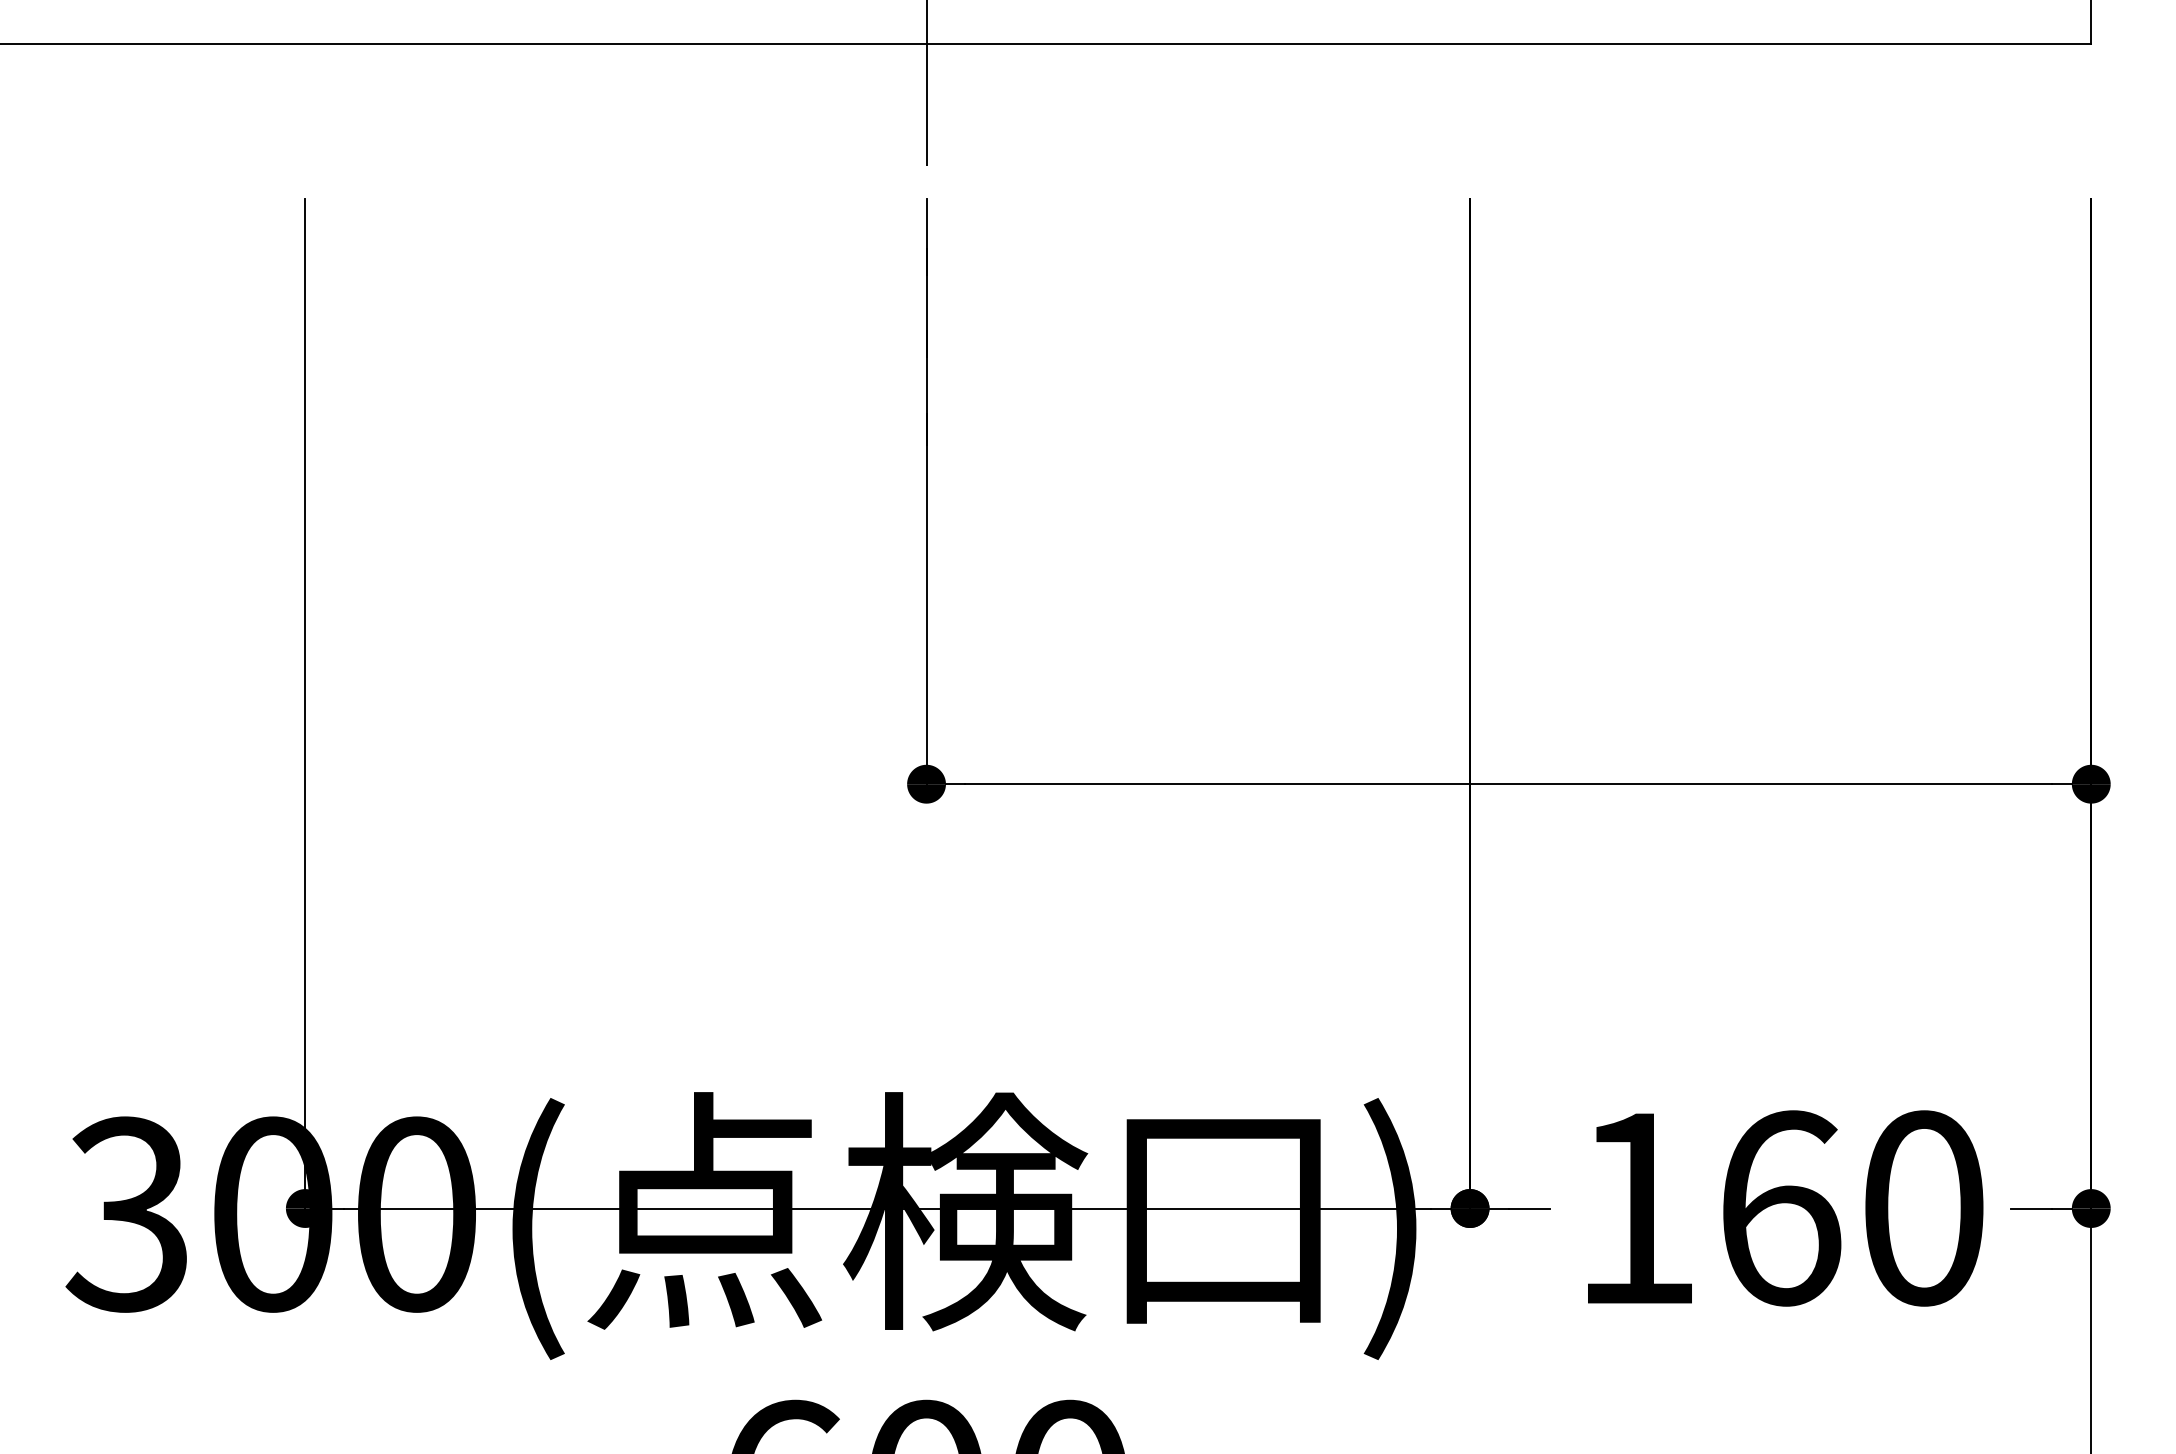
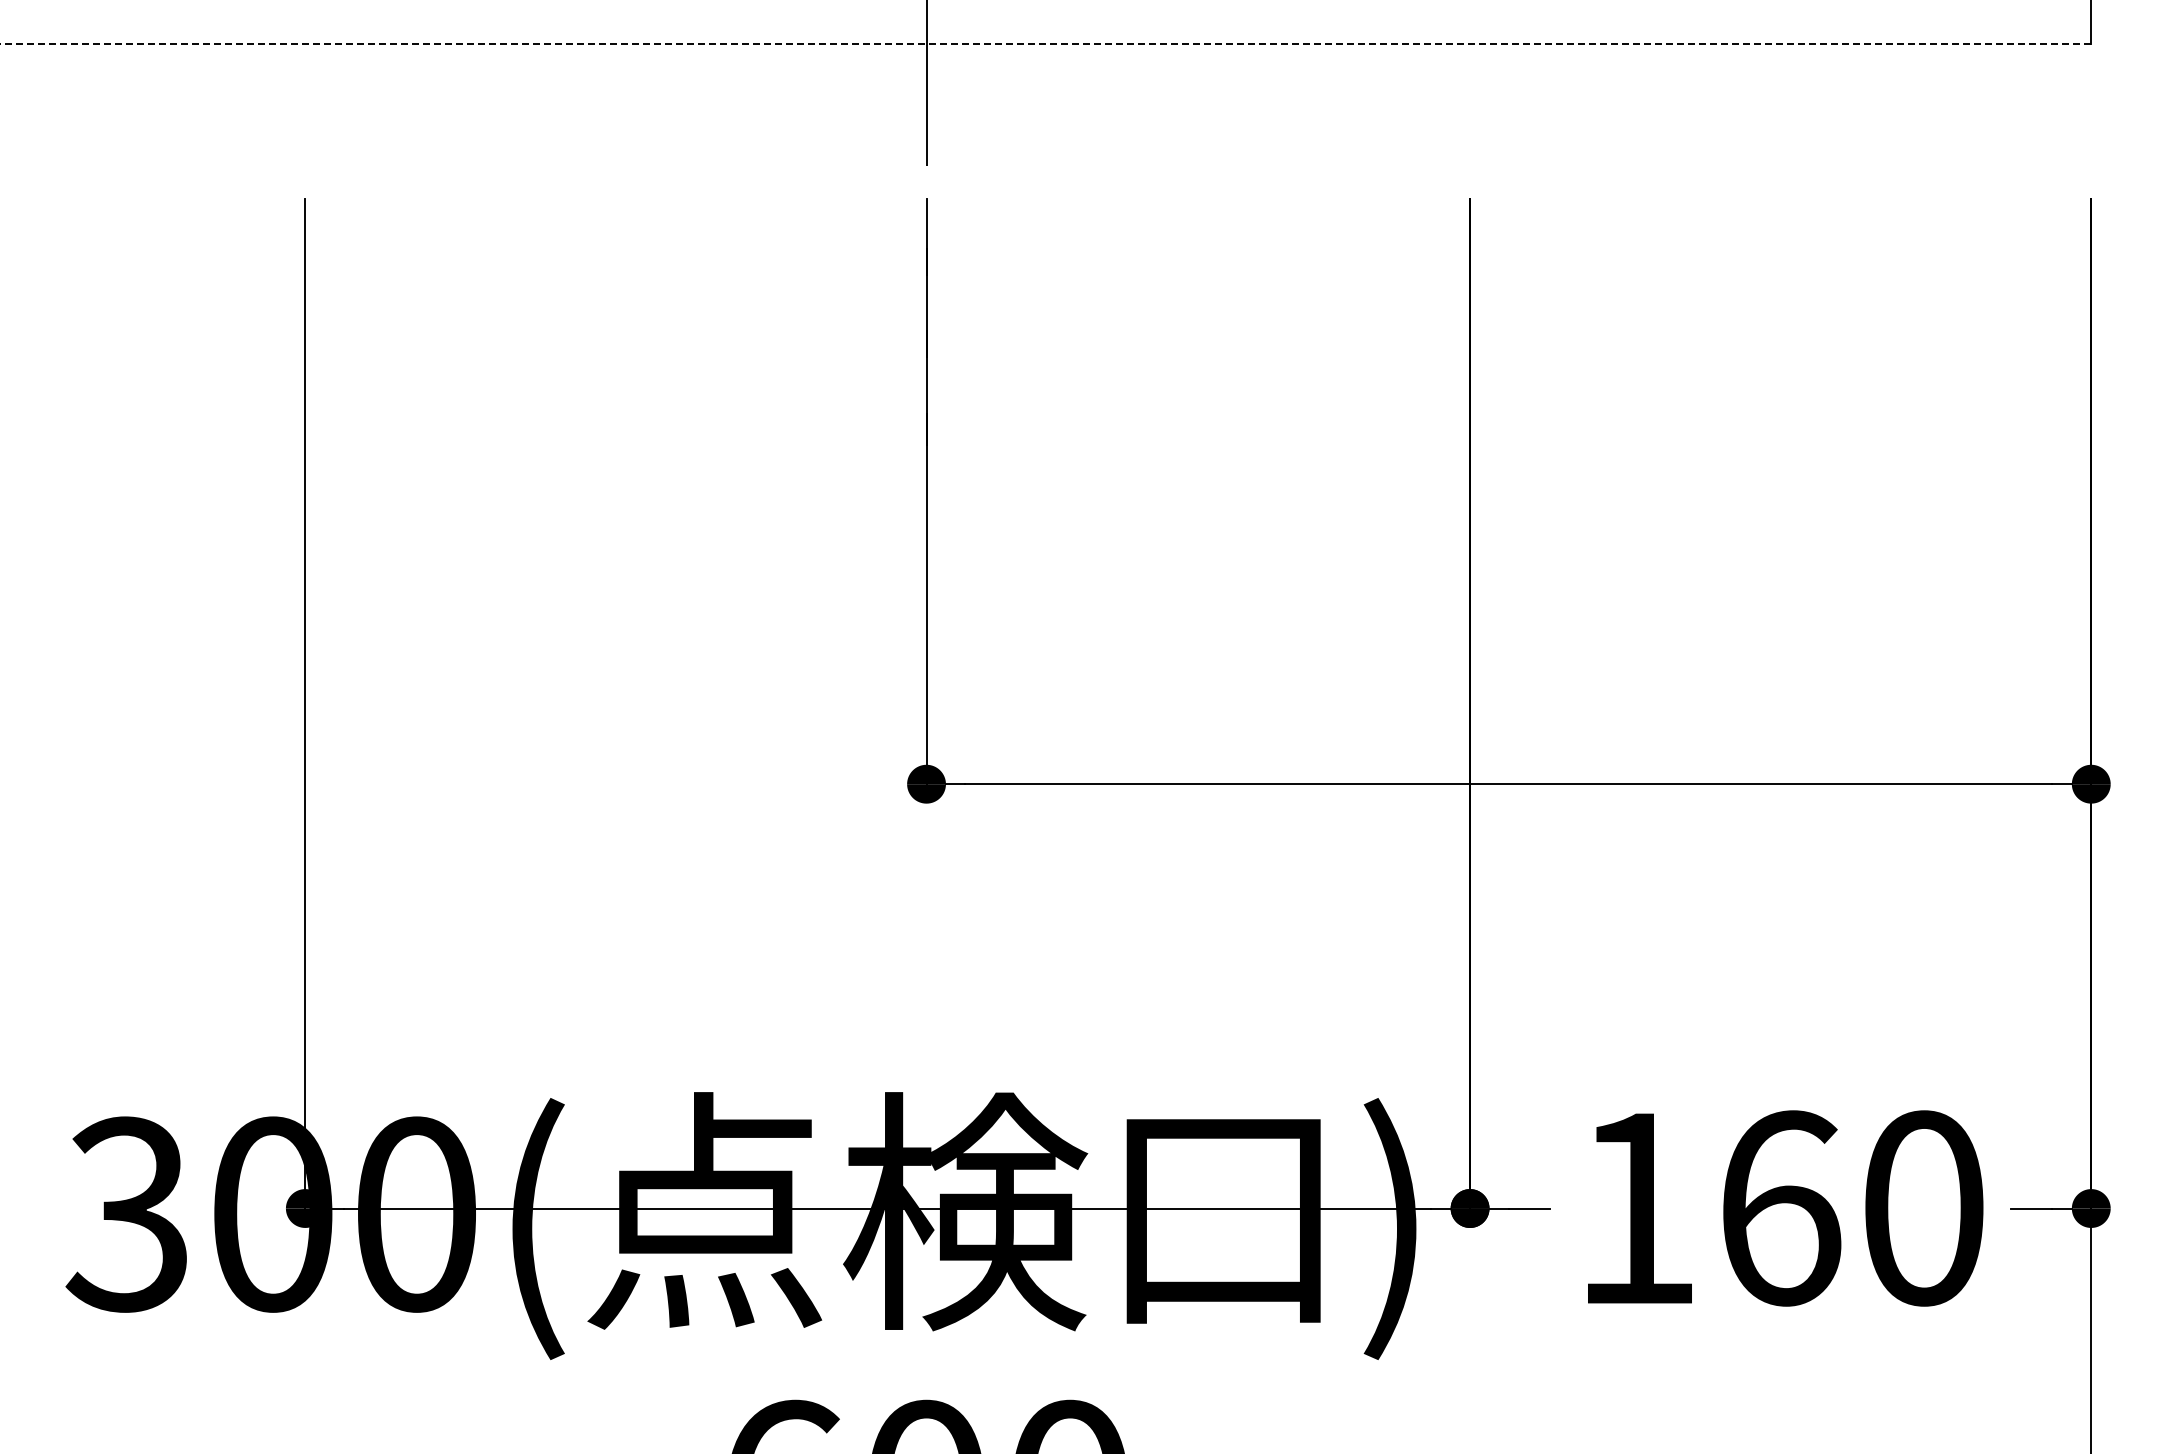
line at (1045, 43): solid -> dashed
